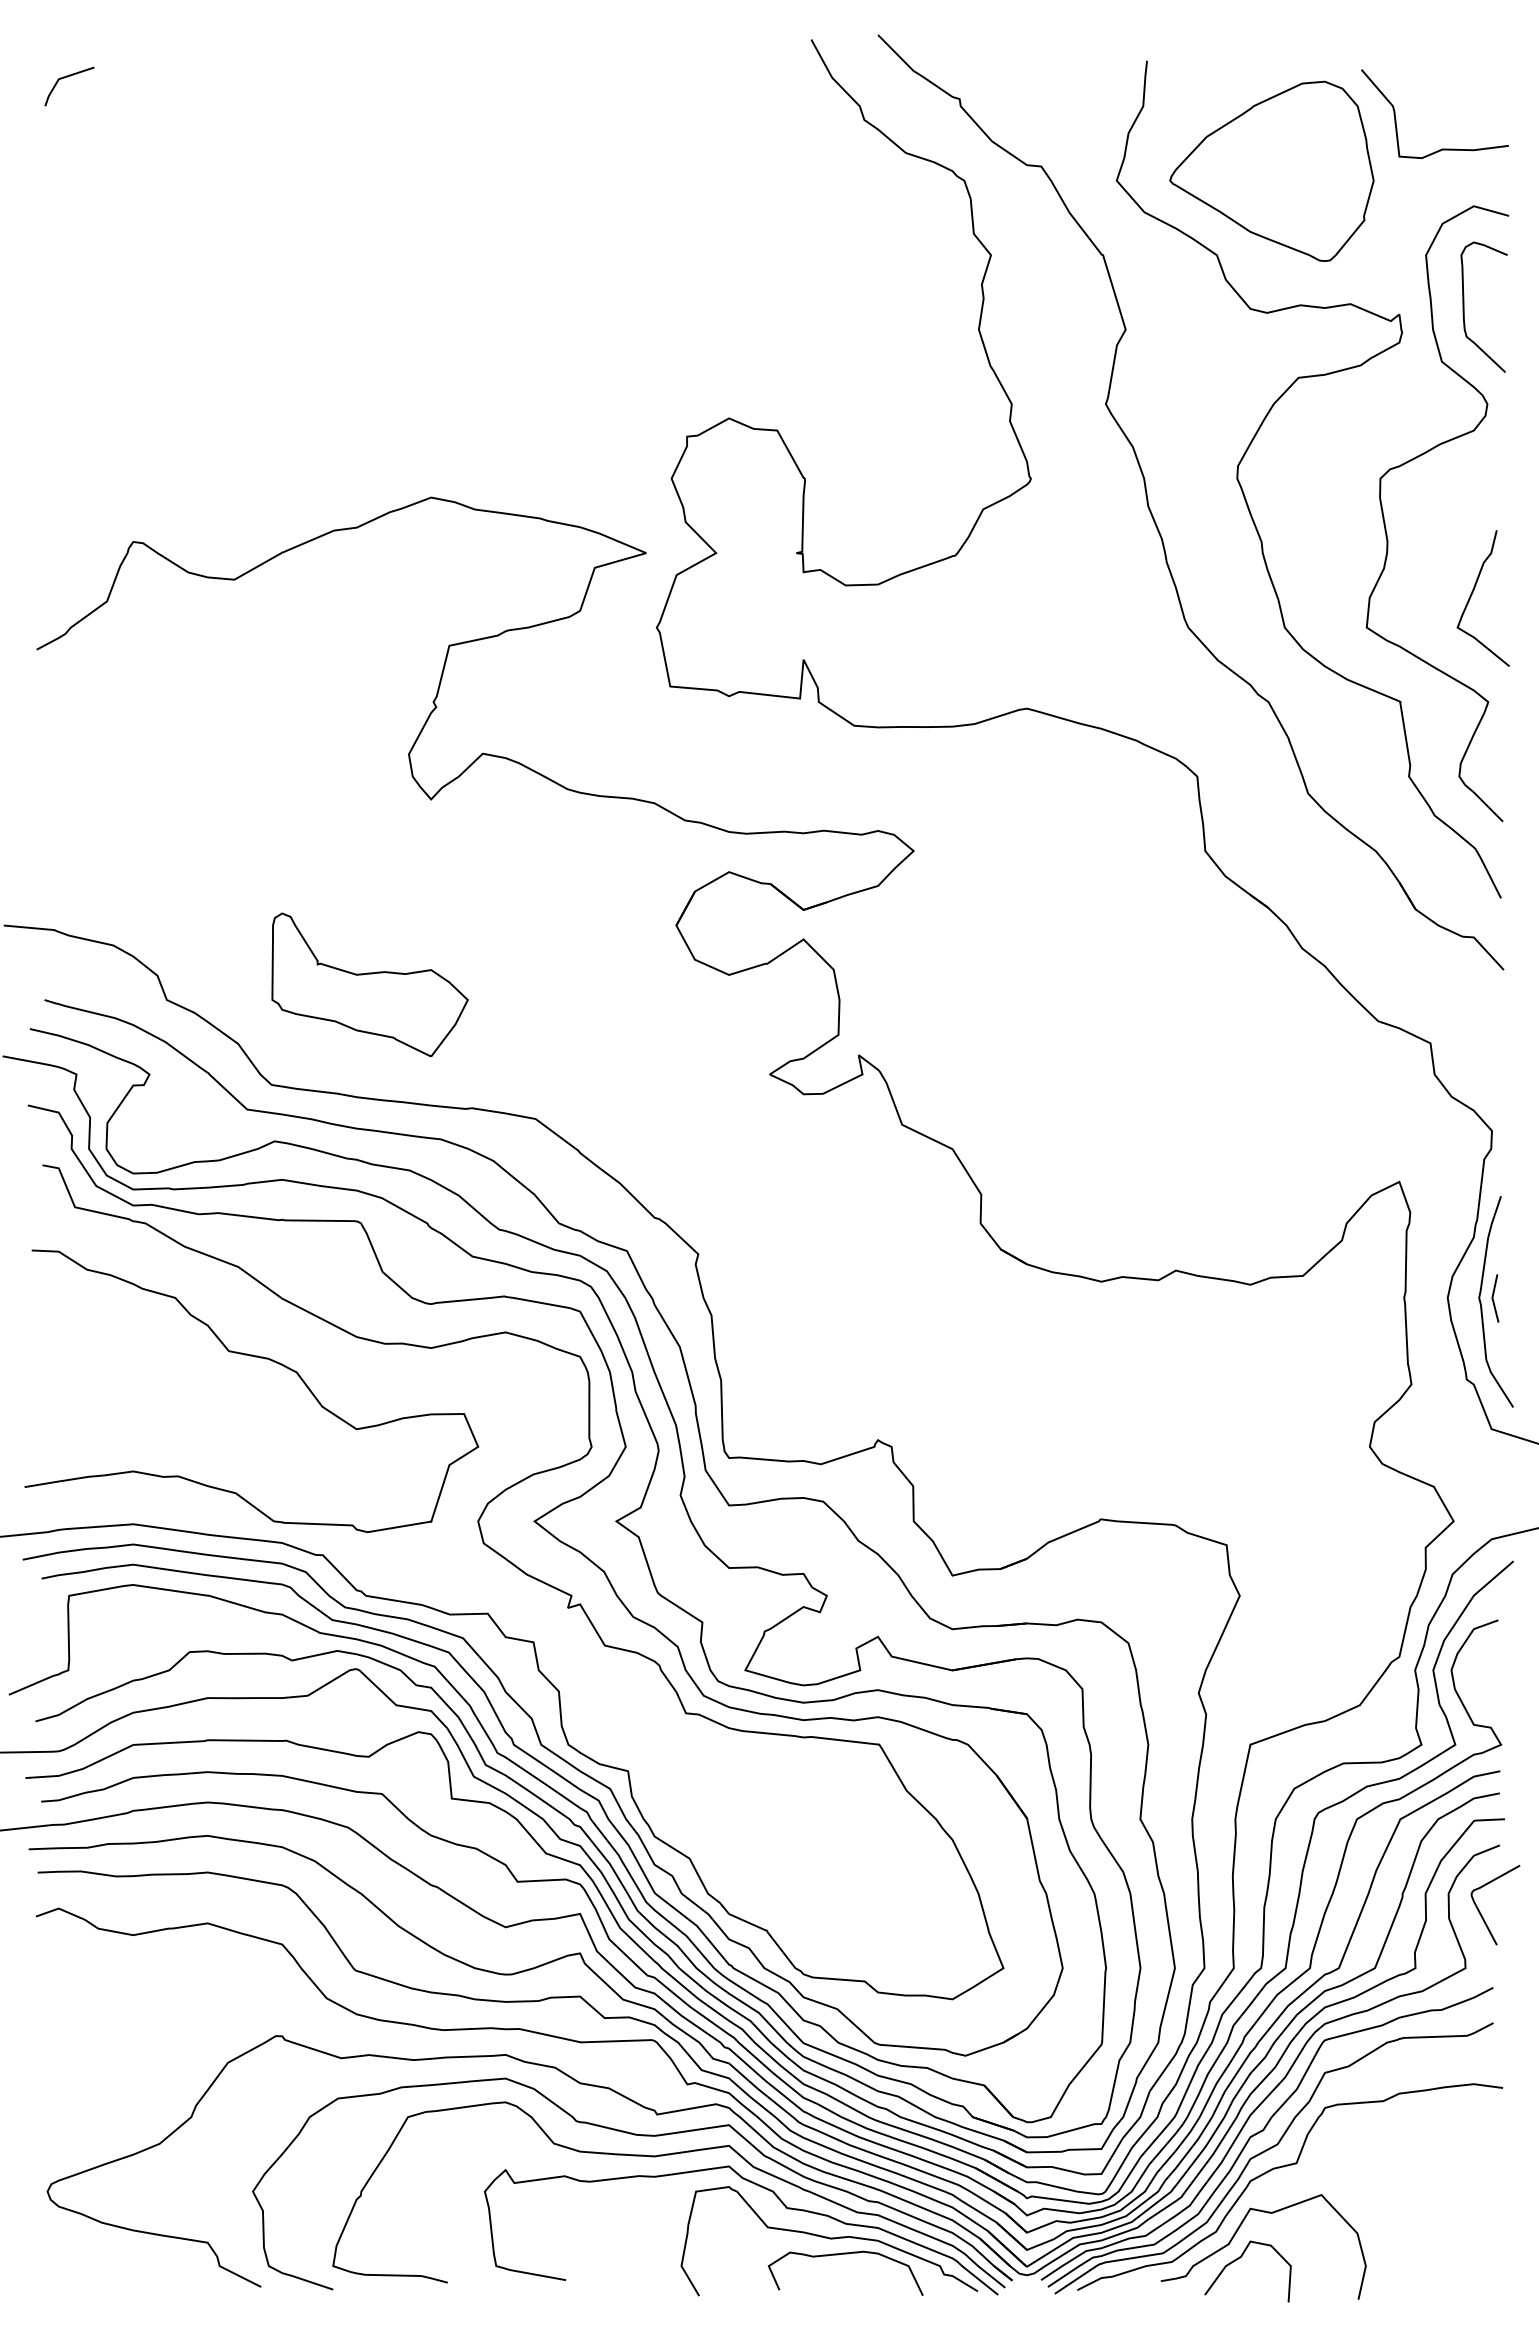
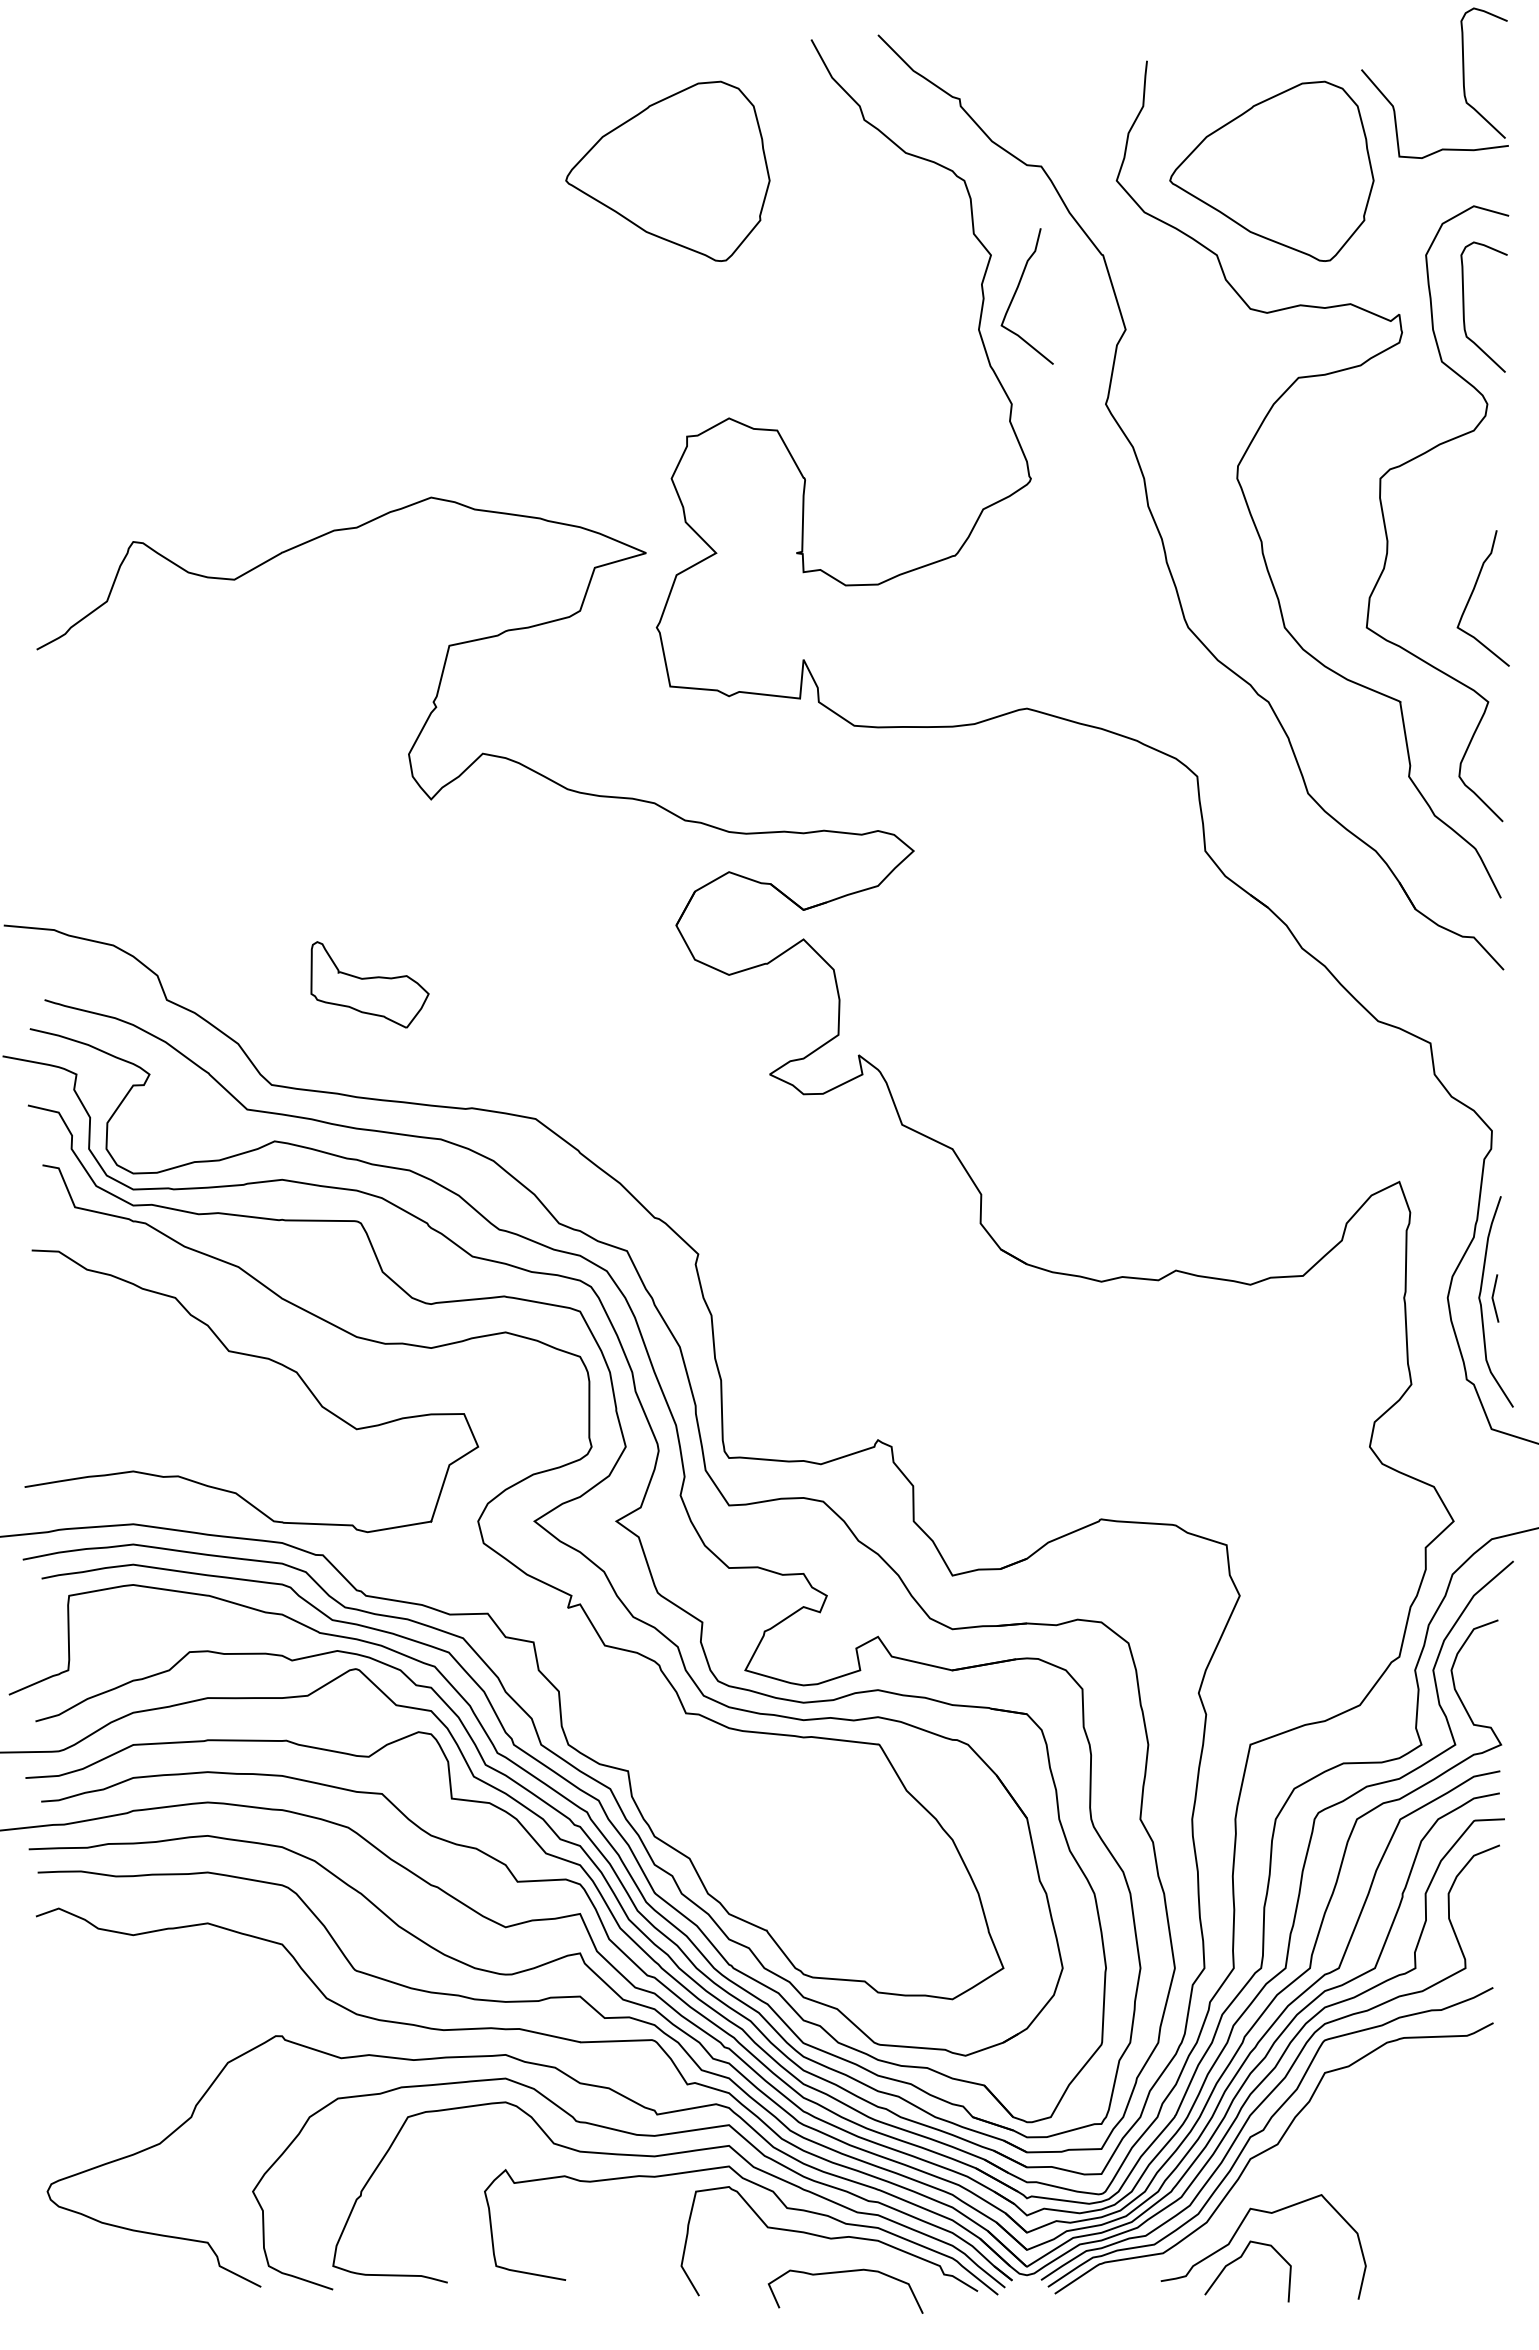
curve at (1464, 72): none -> present
line at (67, 77): present -> none
part at (667, 170): none -> present
curve at (1016, 292): none -> present
part at (369, 984) size: 198x146 px -> 120x88 px
curve at (1480, 1911): present -> none
curve at (1288, 2166): present -> none
curve at (845, 2254) position: (845, 2254) -> (845, 2272)
